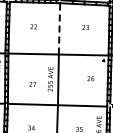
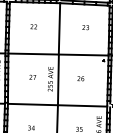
line at (59, 28): dashed -> solid
text at (90, 78) position: (90, 78) -> (80, 78)
text at (32, 83) position: (32, 83) -> (32, 76)
